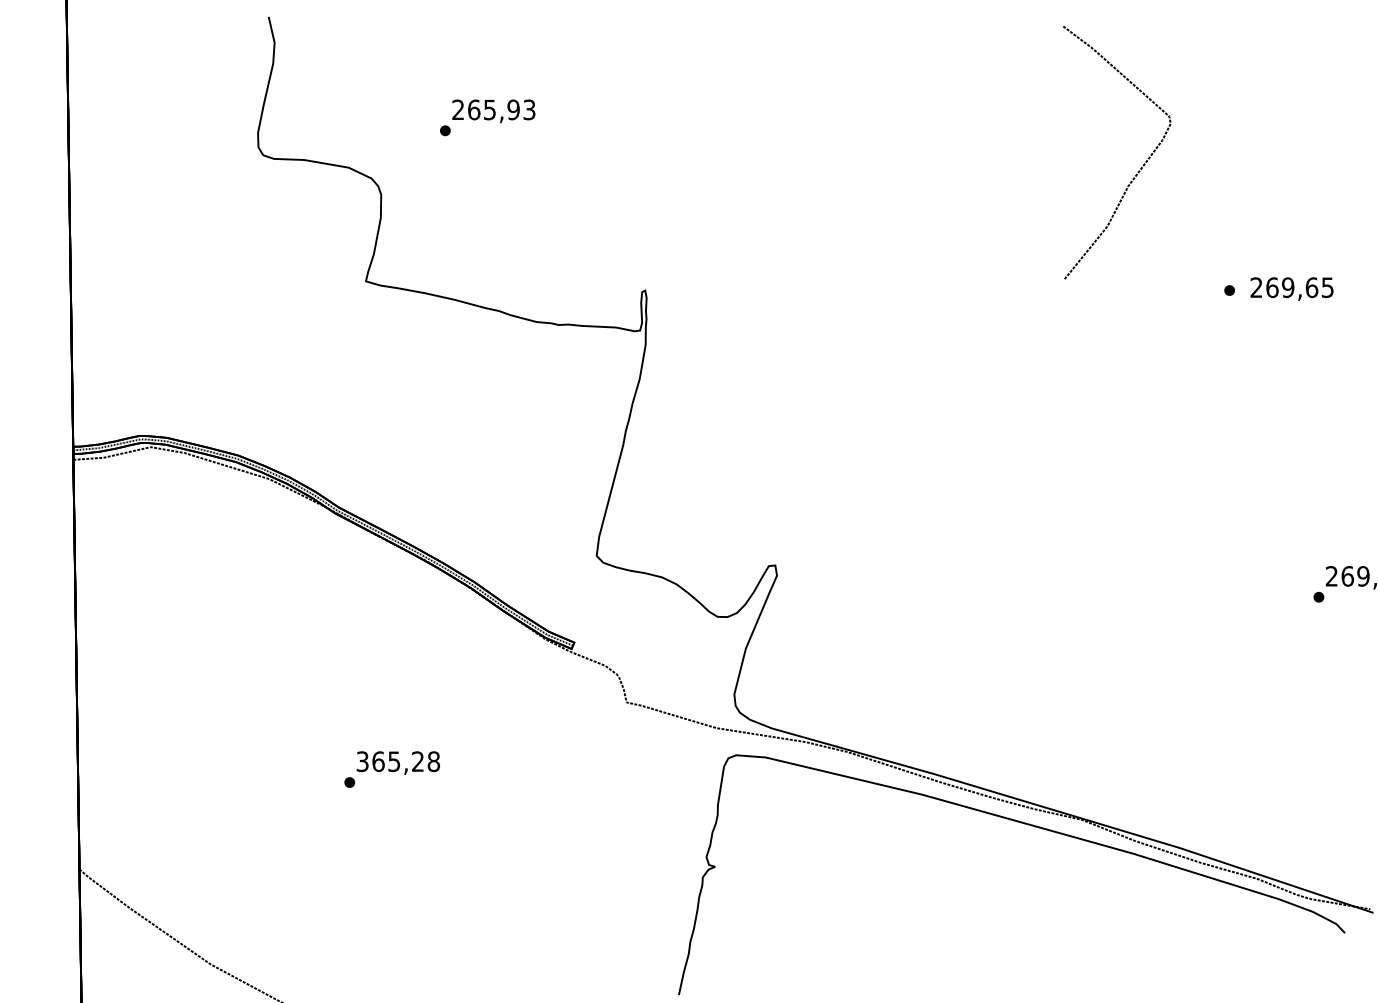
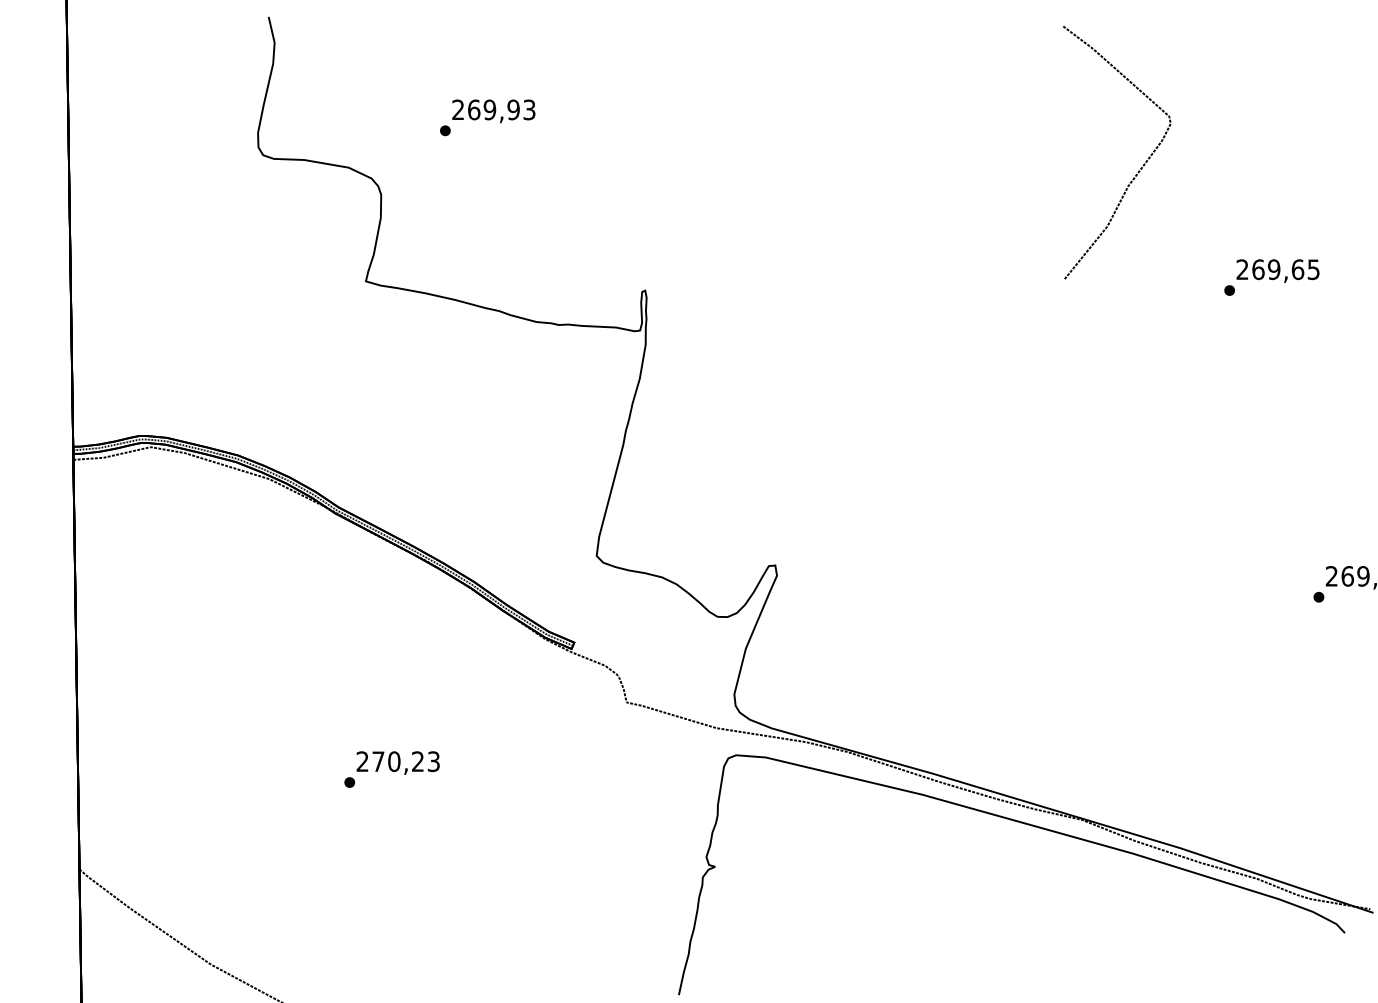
text at (489, 109): 265,93 -> 269,93
text at (1291, 288) position: (1291, 288) -> (1277, 270)
text at (398, 761): 365,28 -> 270,23
